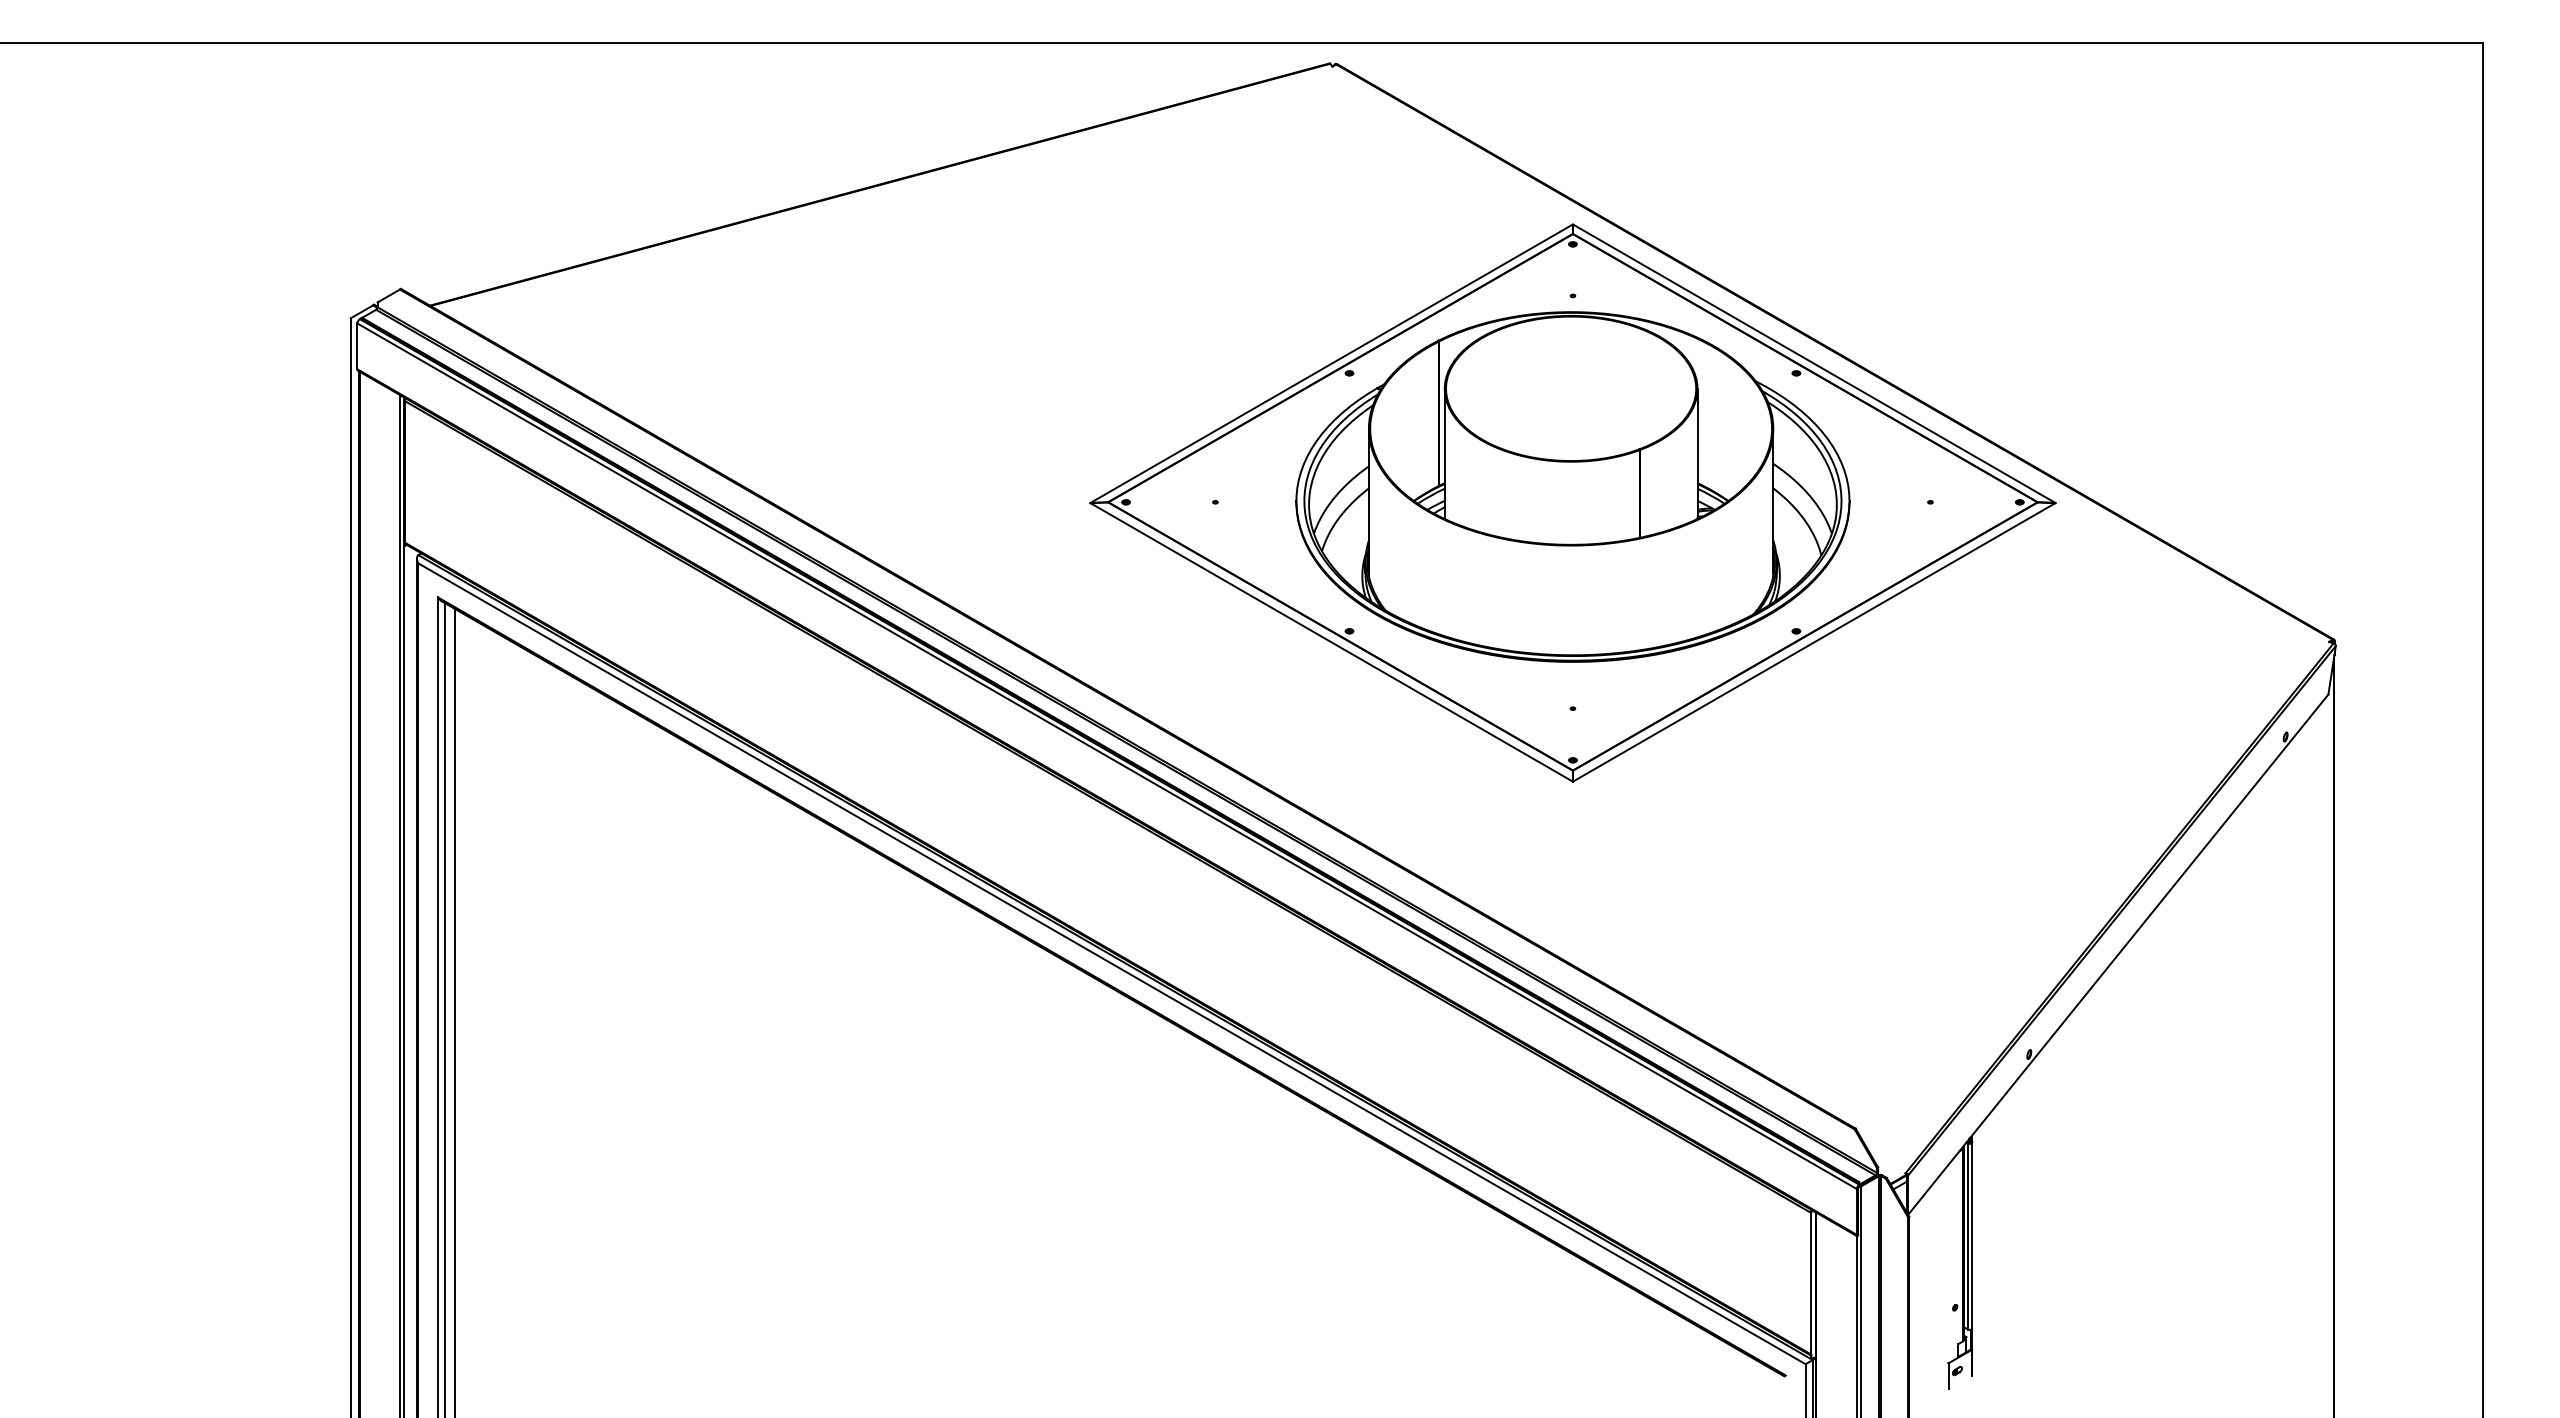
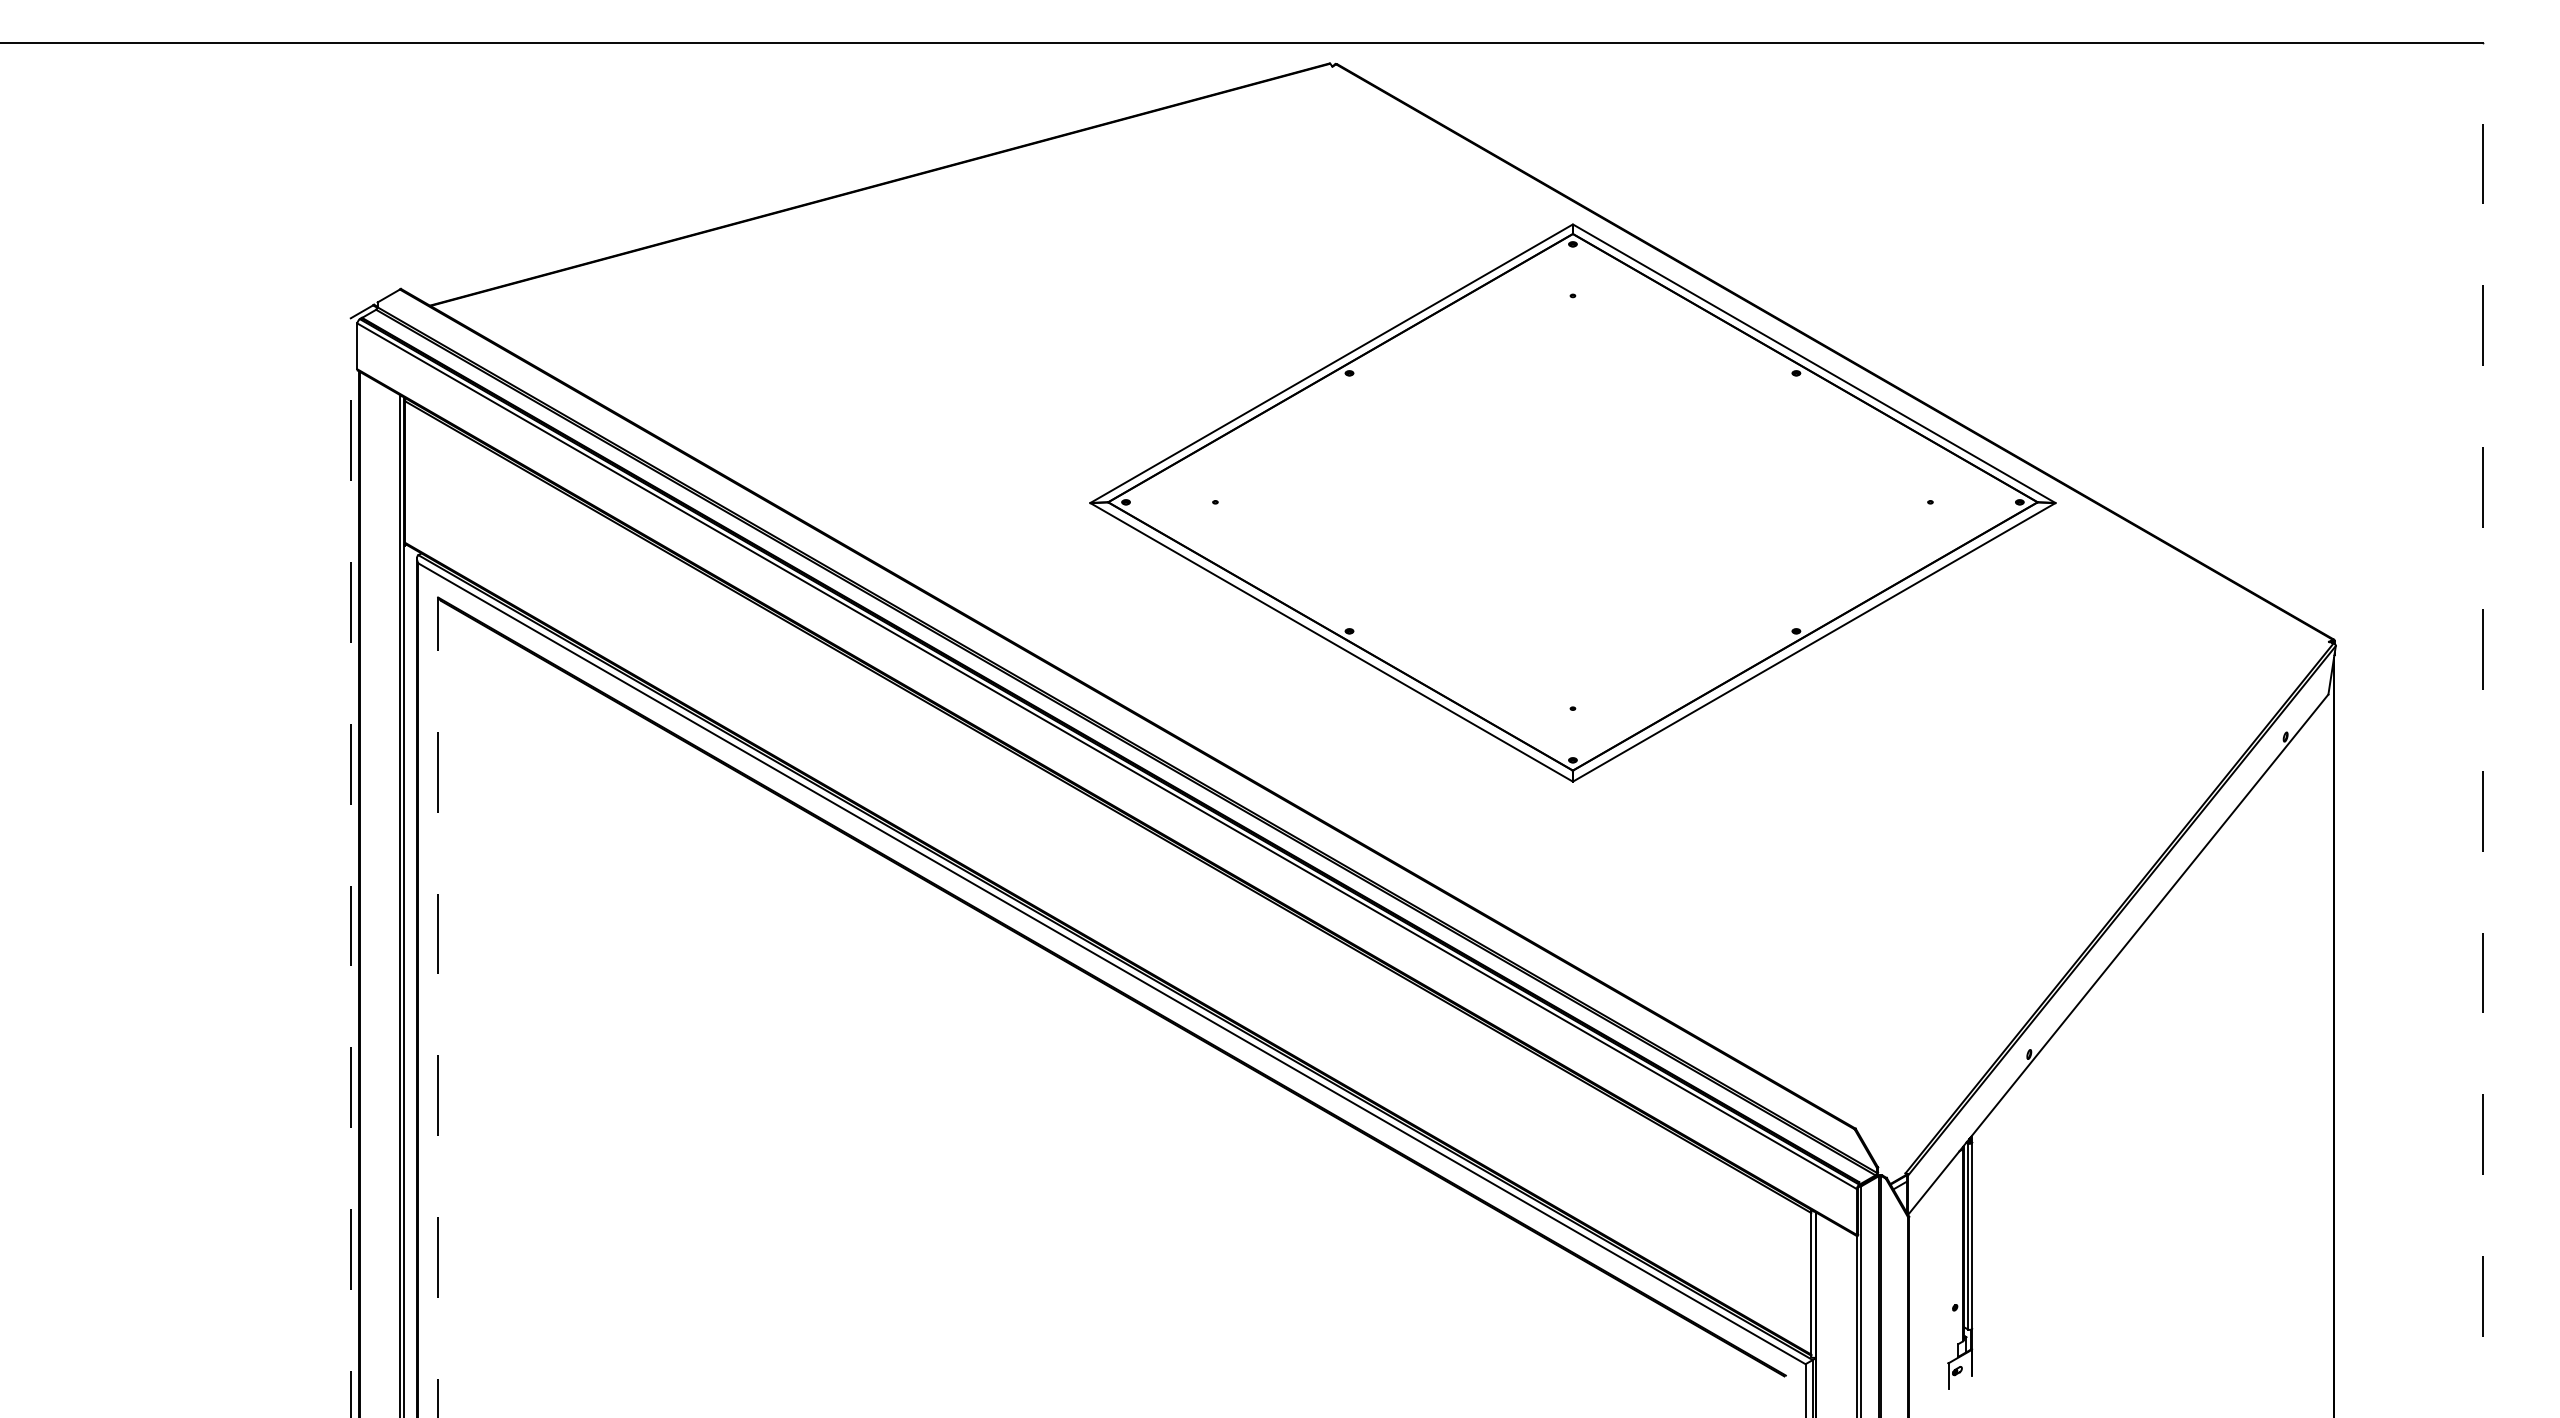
part at (1572, 486): present -> none
line at (2483, 729): solid -> dashed
line at (350, 867): solid -> dashed
line at (438, 1007): solid -> dashed
line at (445, 1008): present -> none
line at (454, 1011): present -> none
